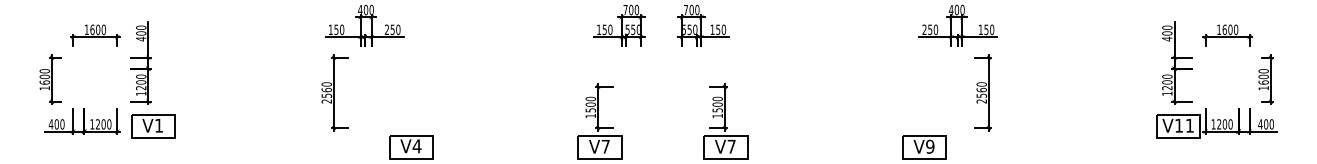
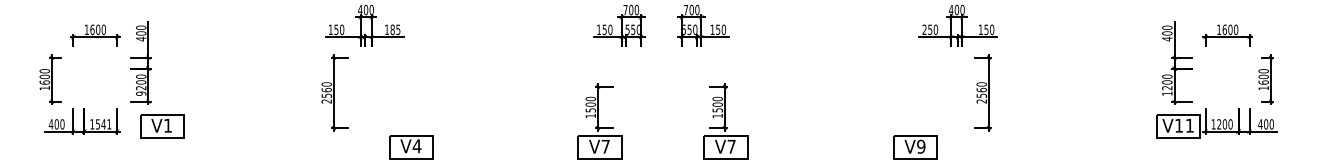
text at (392, 29): 250 -> 185
text at (141, 93): 1200 -> 9200
text at (103, 124): 1200 -> 1541
part at (153, 126) position: (153, 126) -> (162, 126)
part at (924, 147) position: (924, 147) -> (915, 147)
